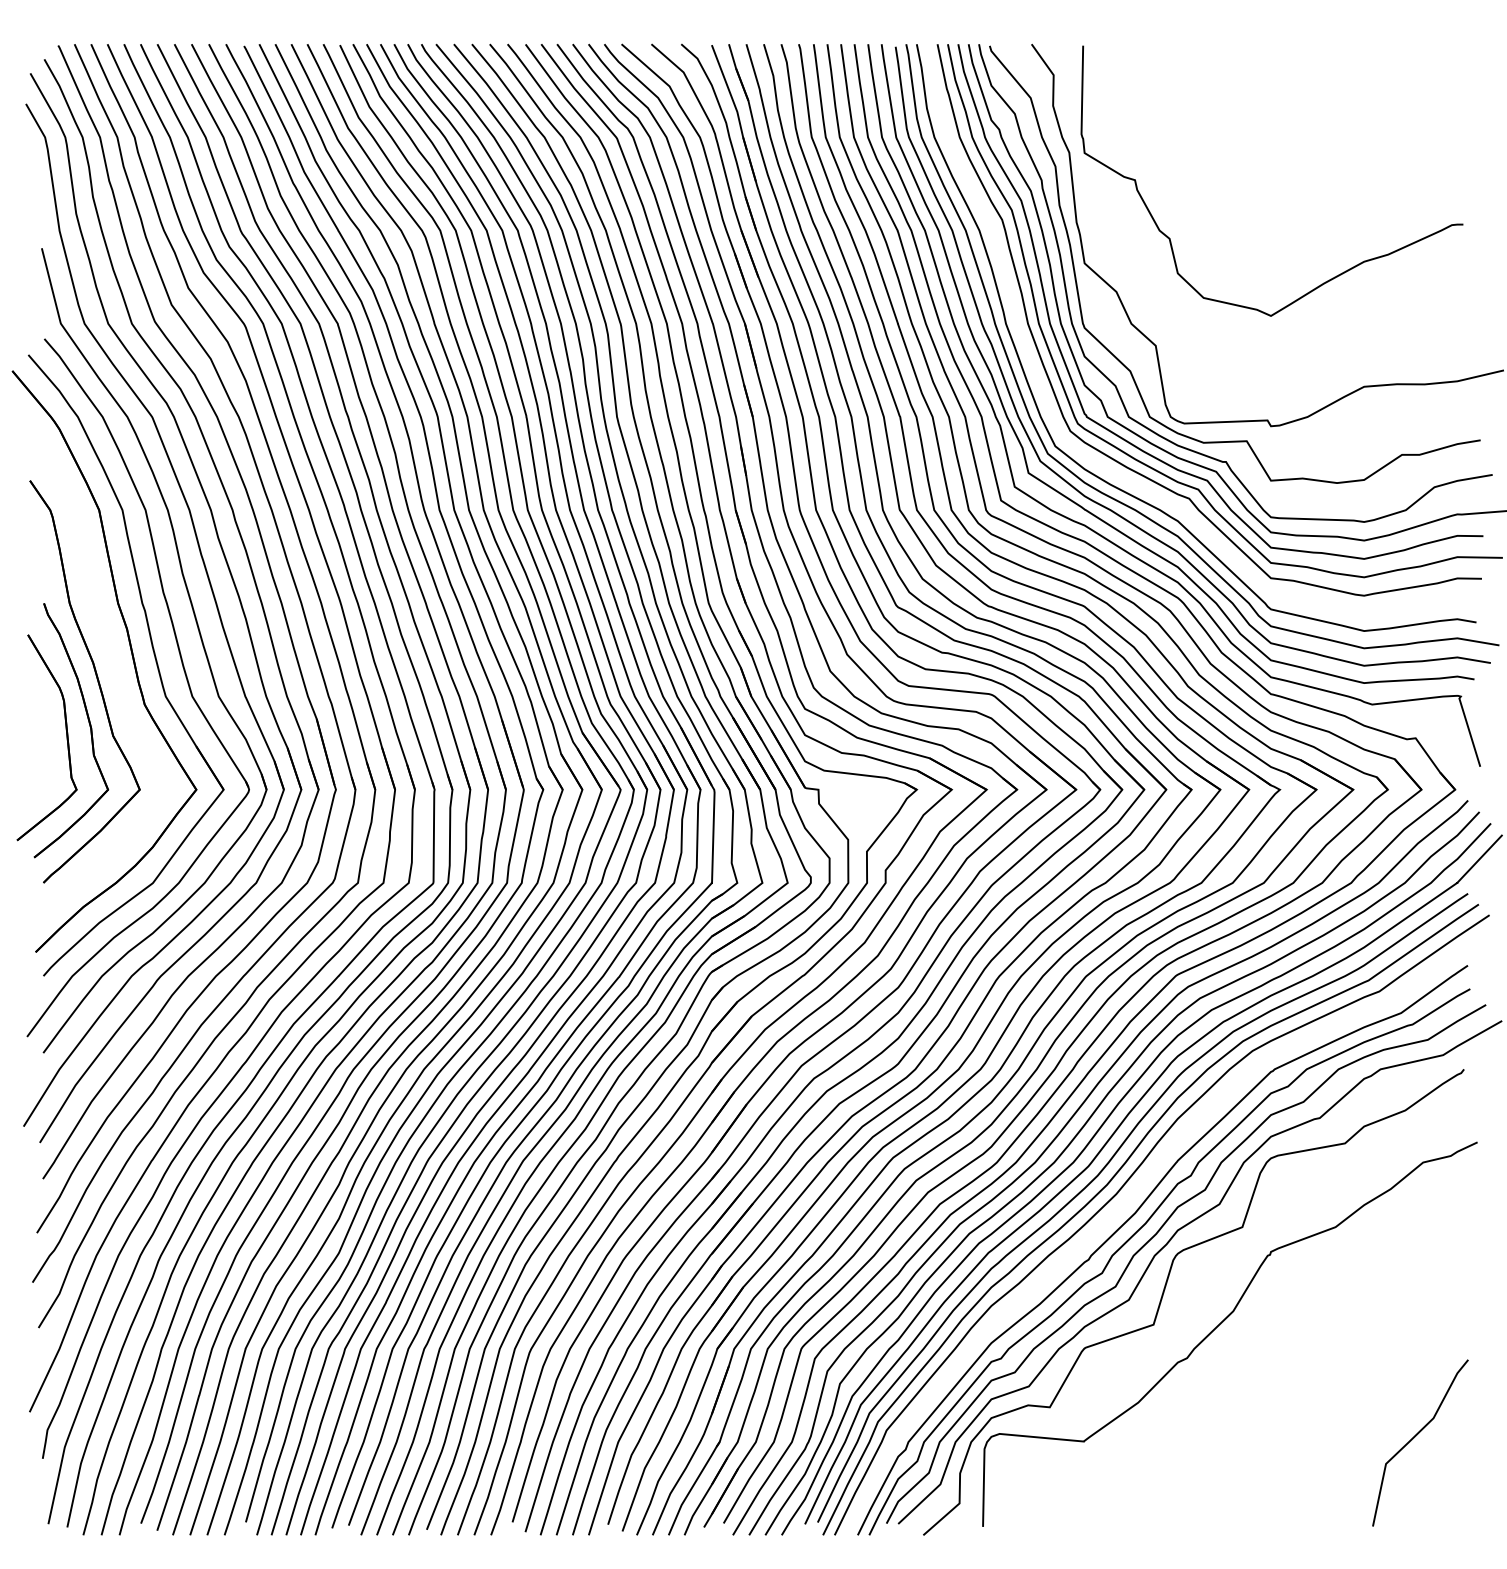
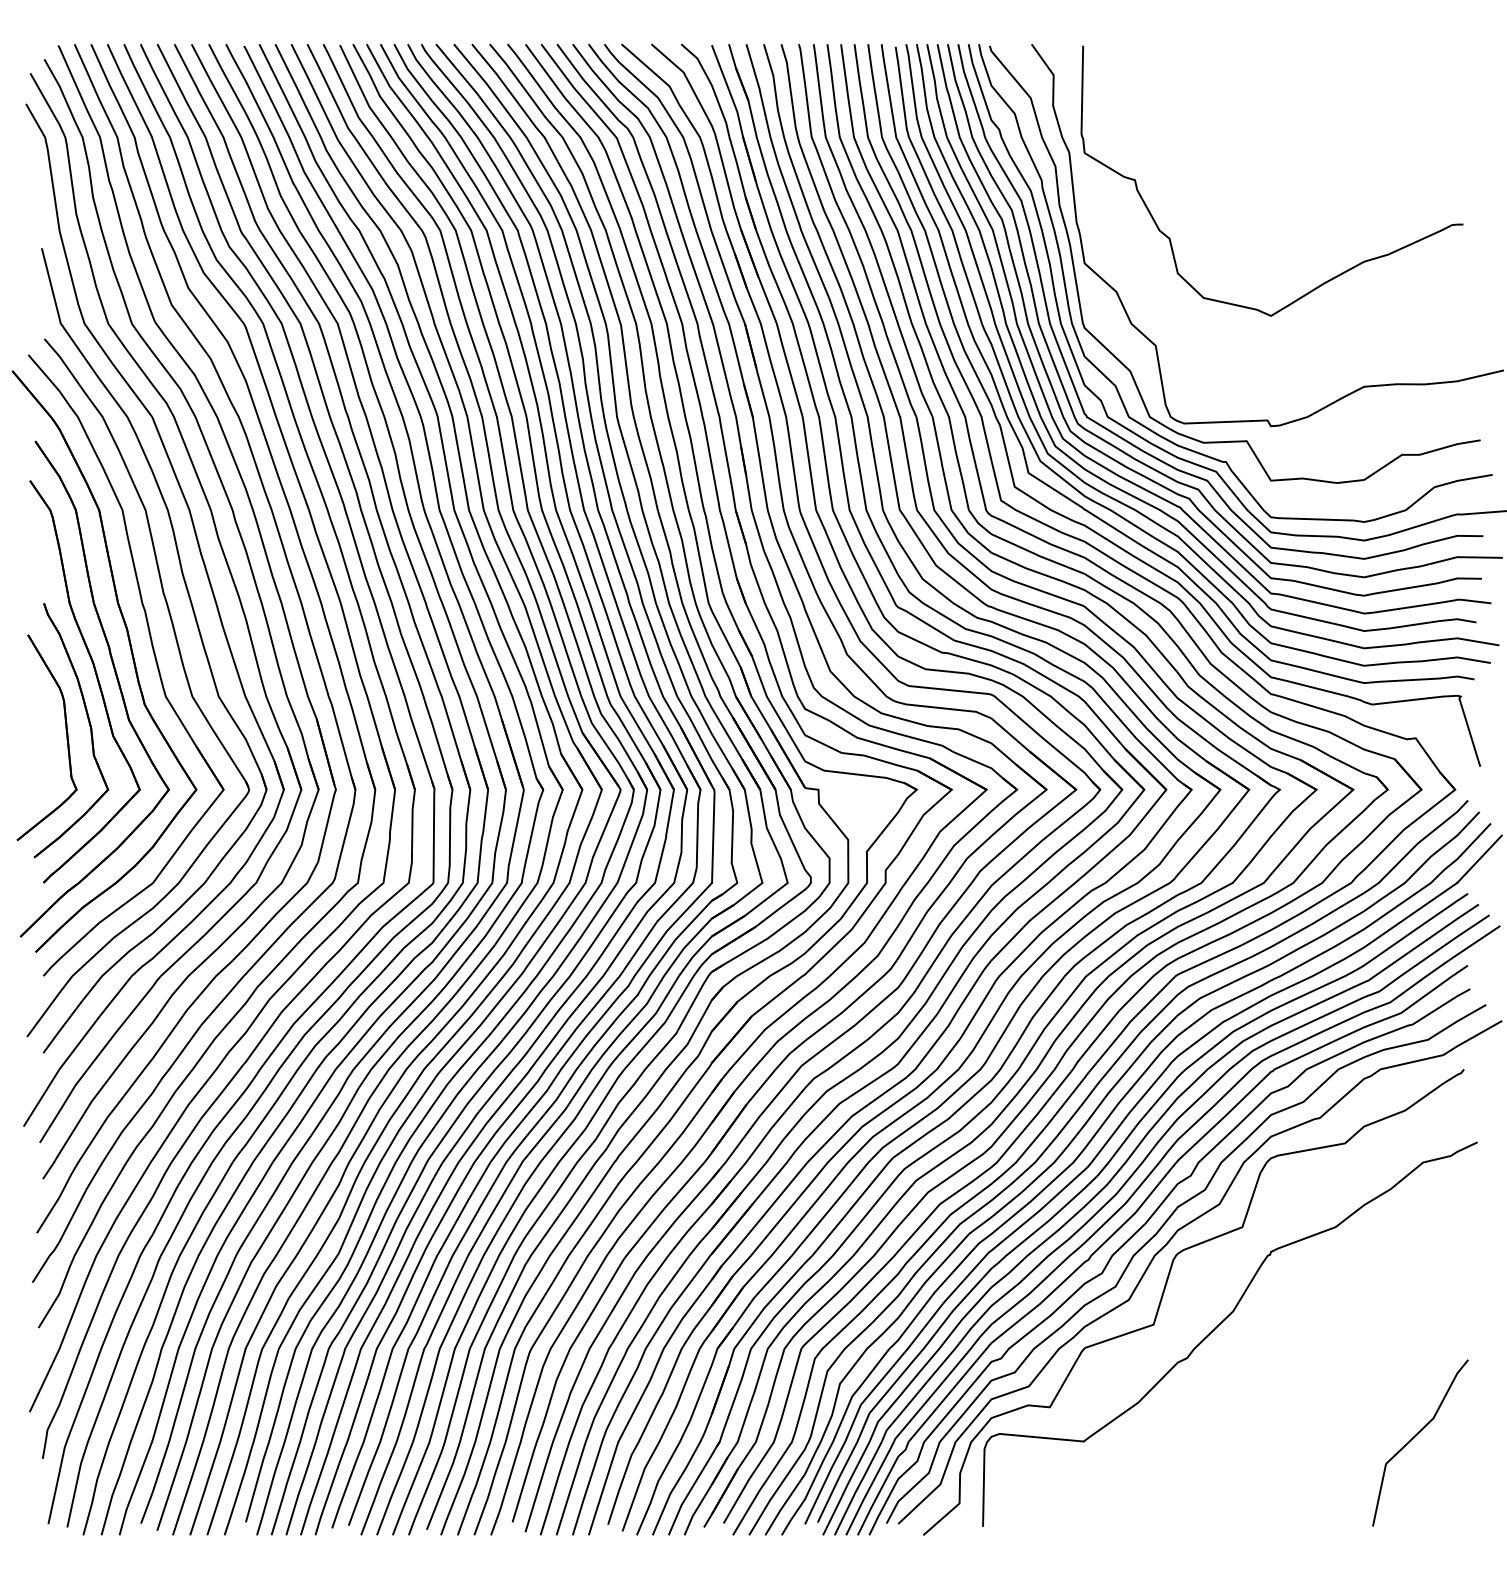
curve at (1128, 479): none -> present
part at (117, 683): none -> present
curve at (1130, 1199): none -> present
